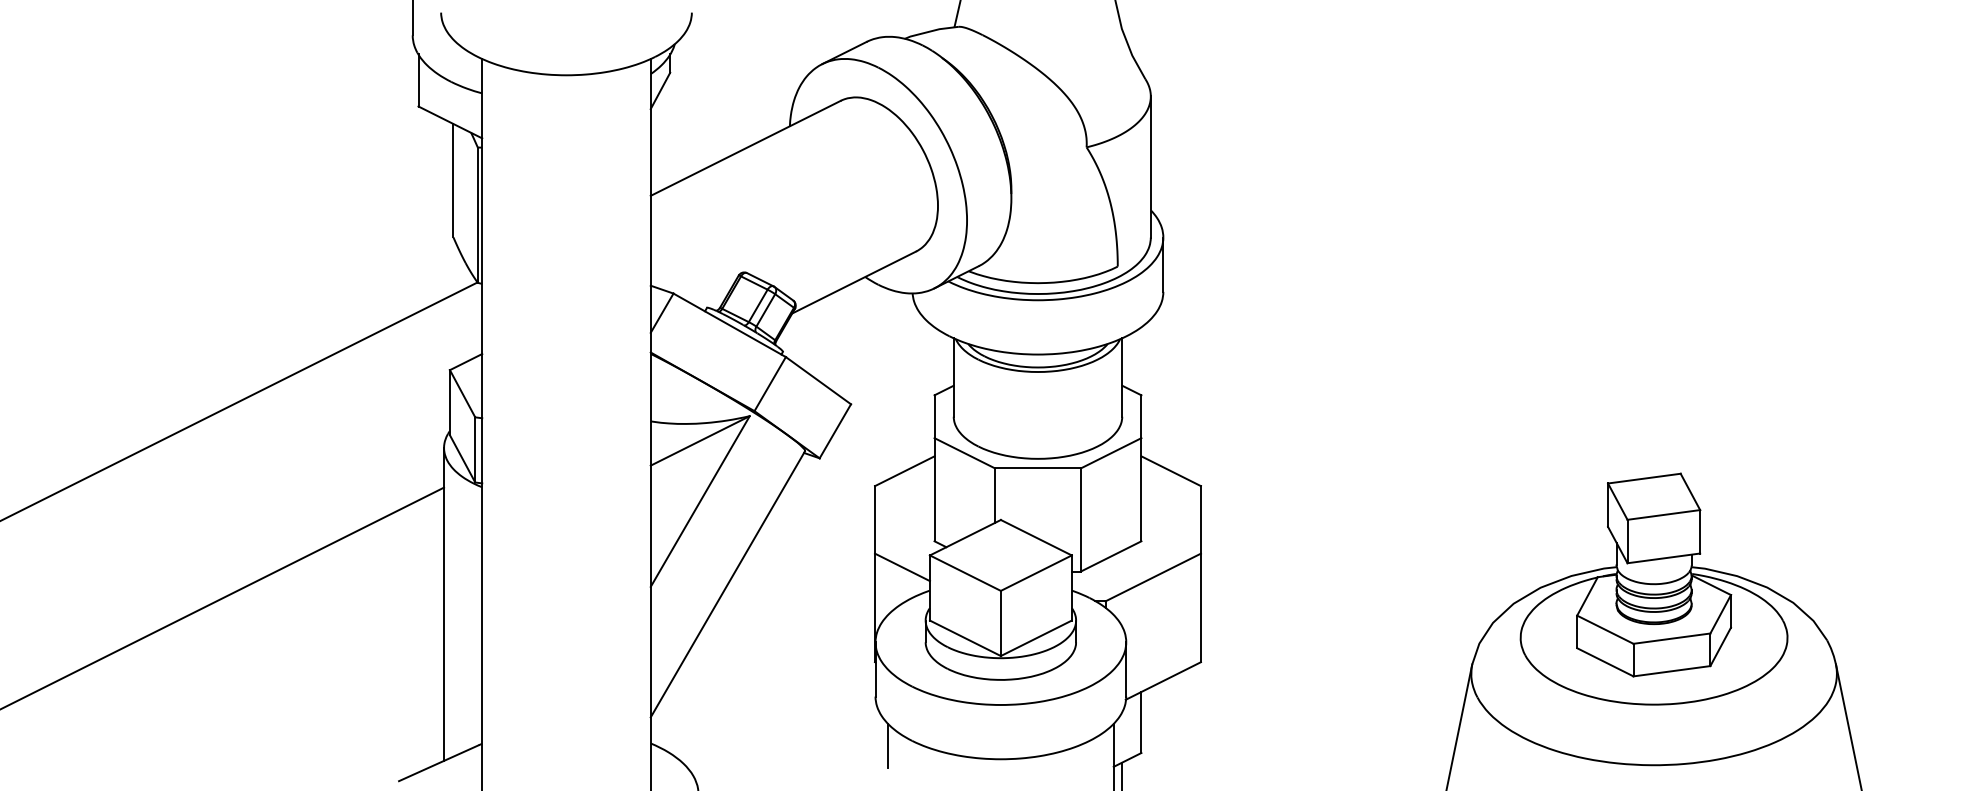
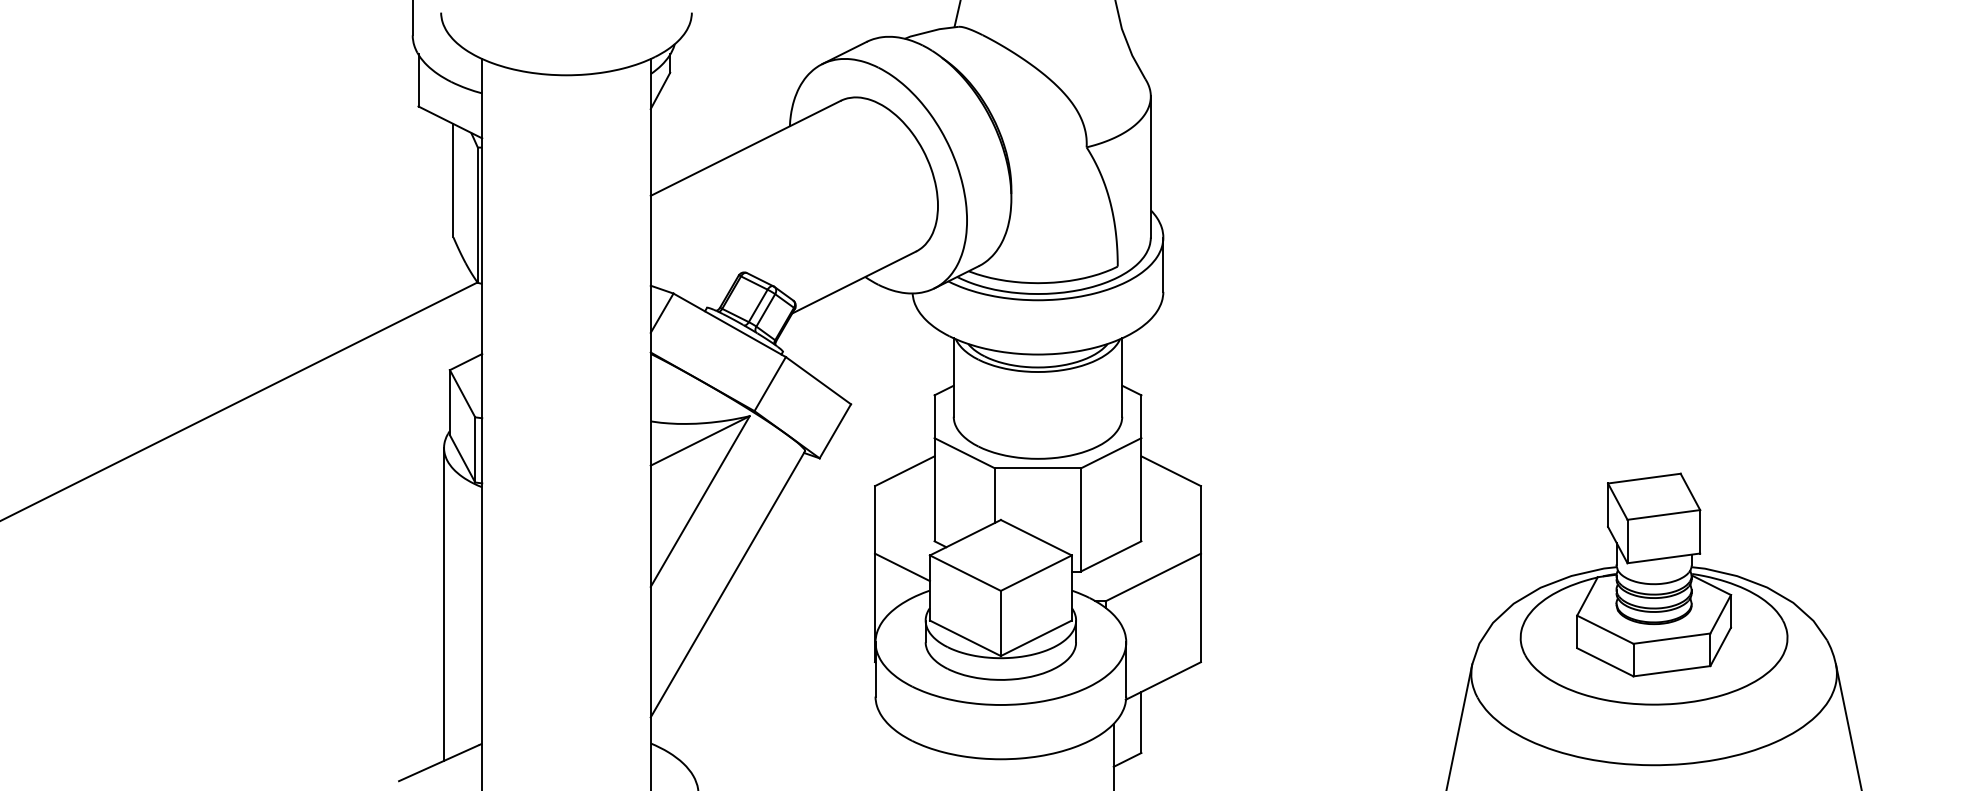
line at (223, 597): present -> none
line at (888, 745): present -> none
line at (1122, 774): present -> none
